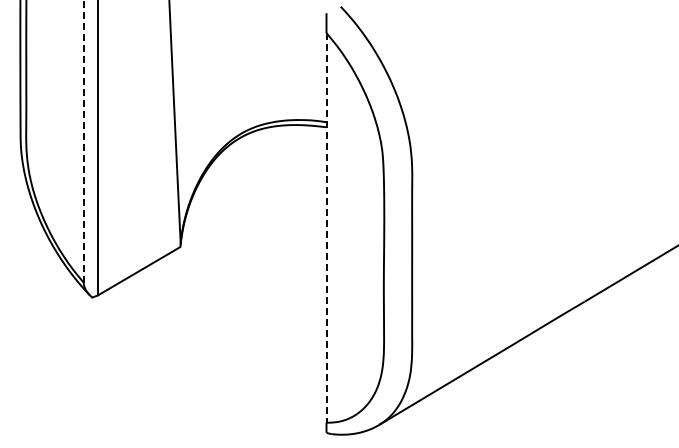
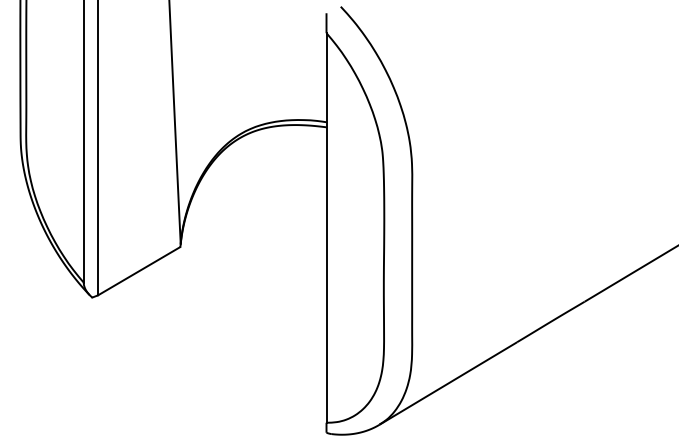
line at (83, 141): dashed -> solid
line at (326, 227): dashed -> solid
